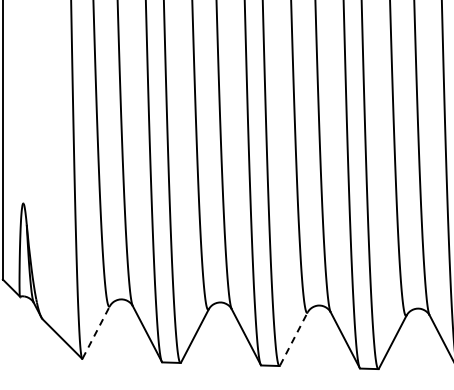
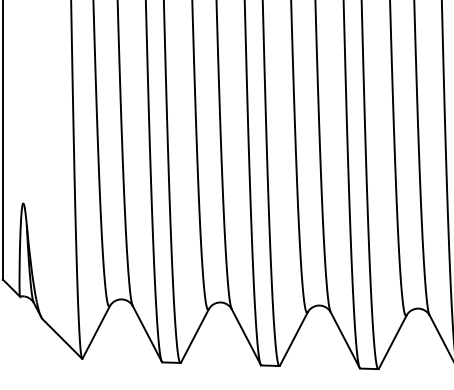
line at (96, 332): dashed -> solid
line at (294, 338): dashed -> solid
